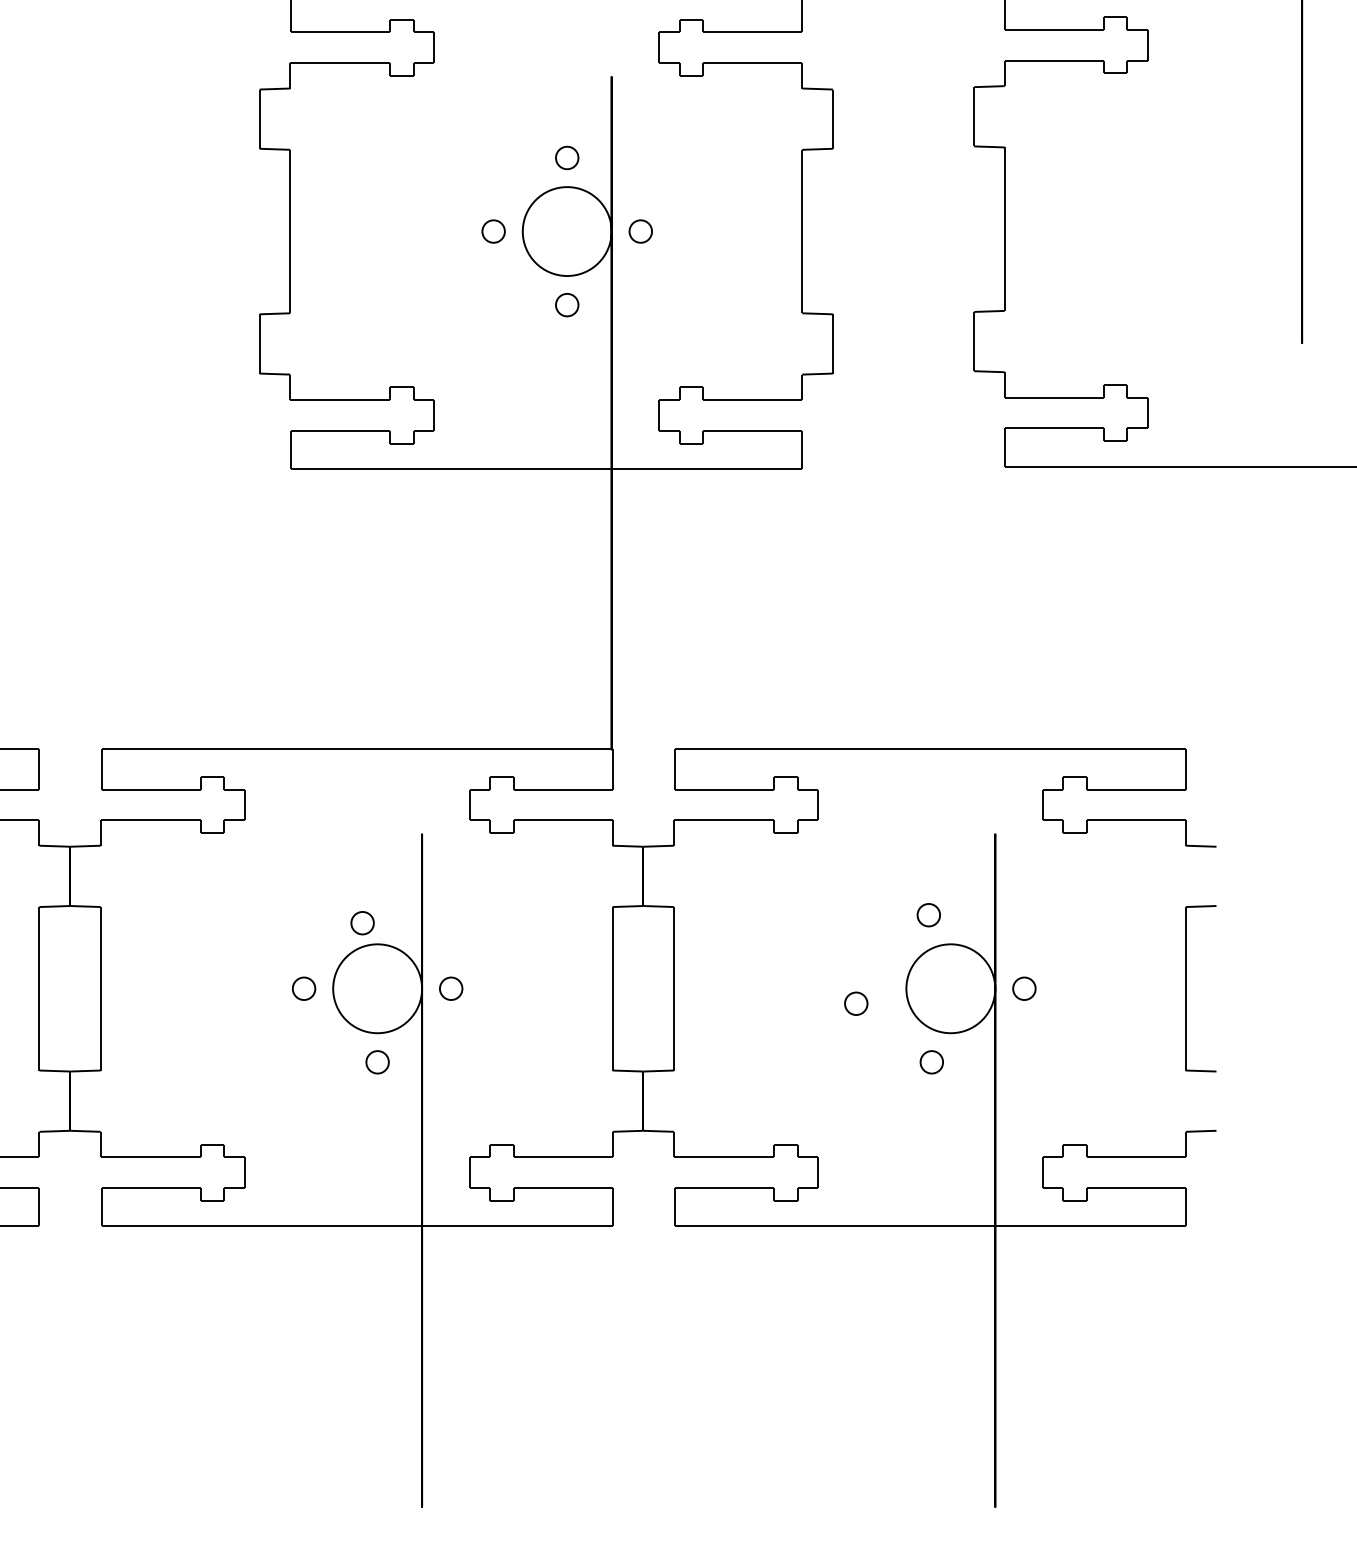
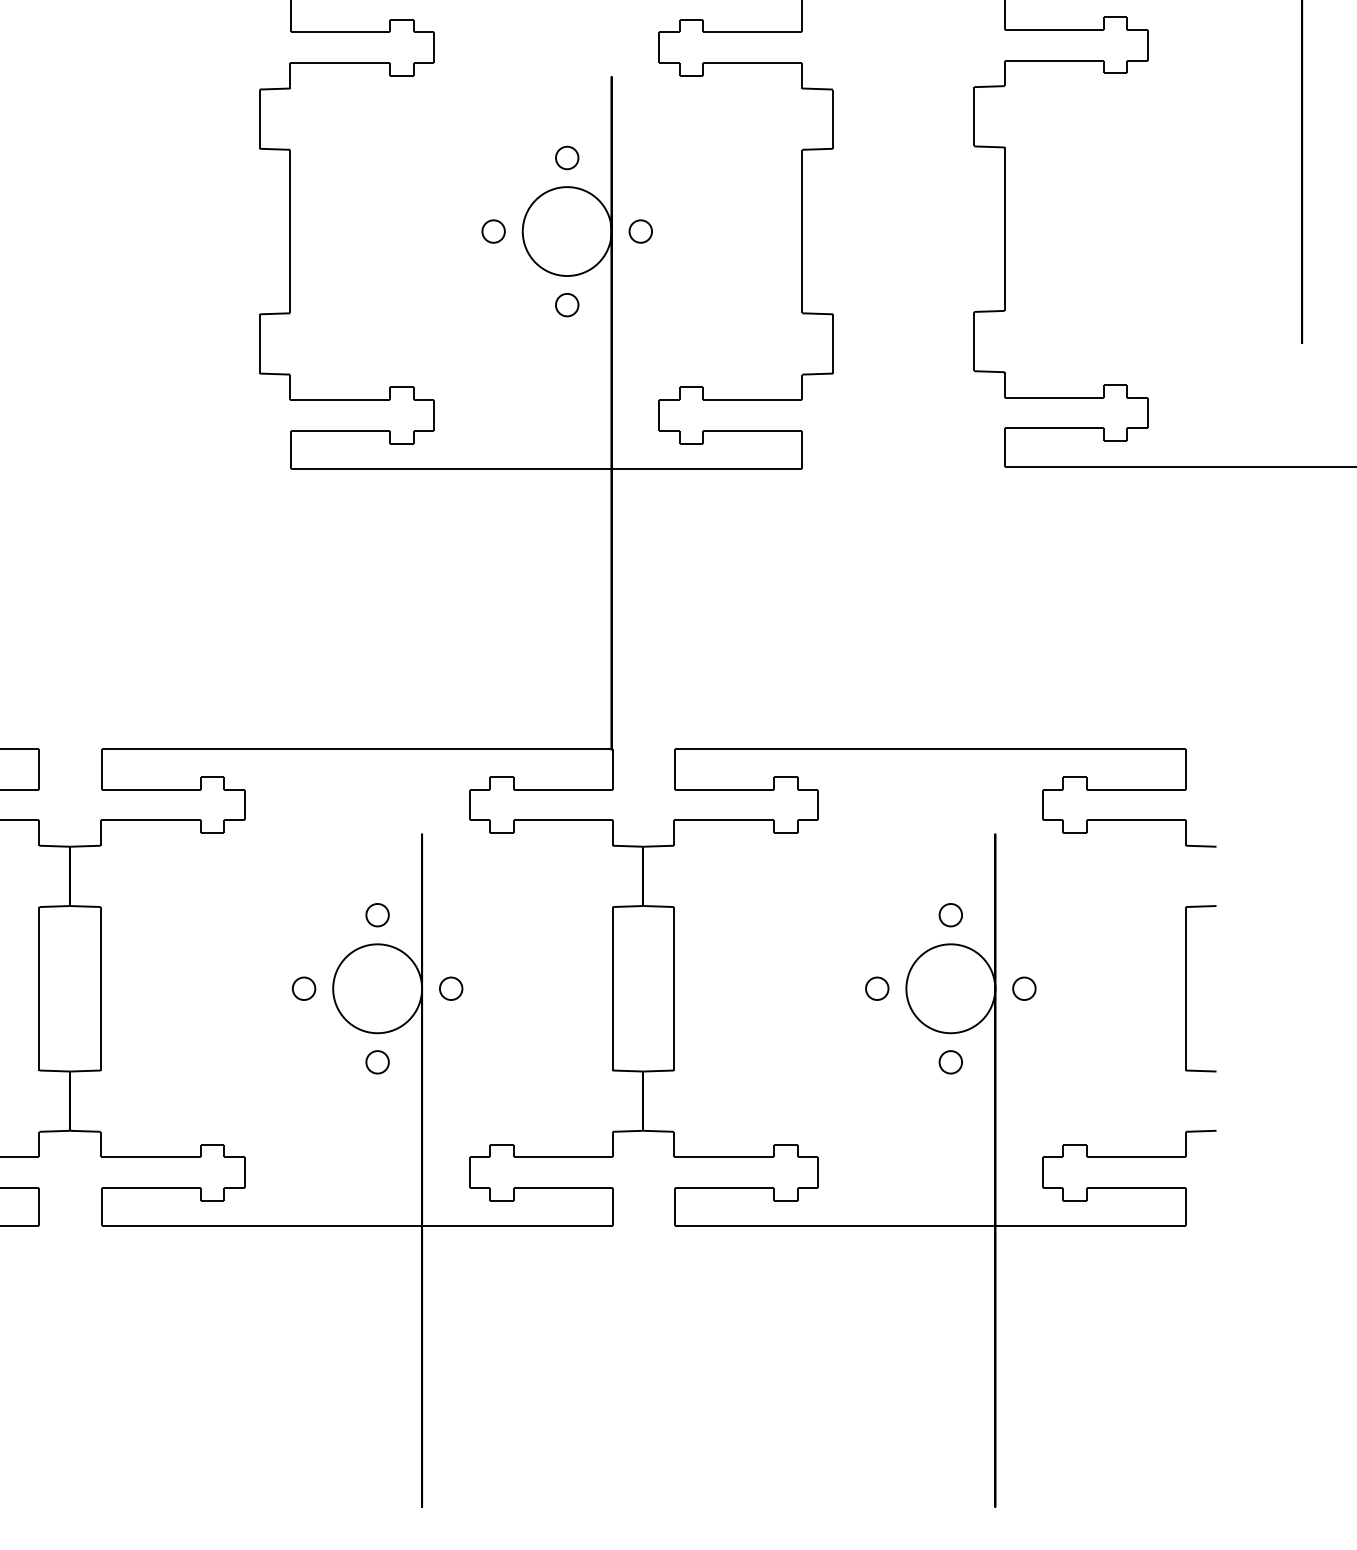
part at (928, 915) position: (928, 915) -> (950, 915)
part at (362, 923) position: (362, 923) -> (377, 915)
part at (856, 1003) position: (856, 1003) -> (877, 988)
part at (931, 1062) position: (931, 1062) -> (950, 1062)
